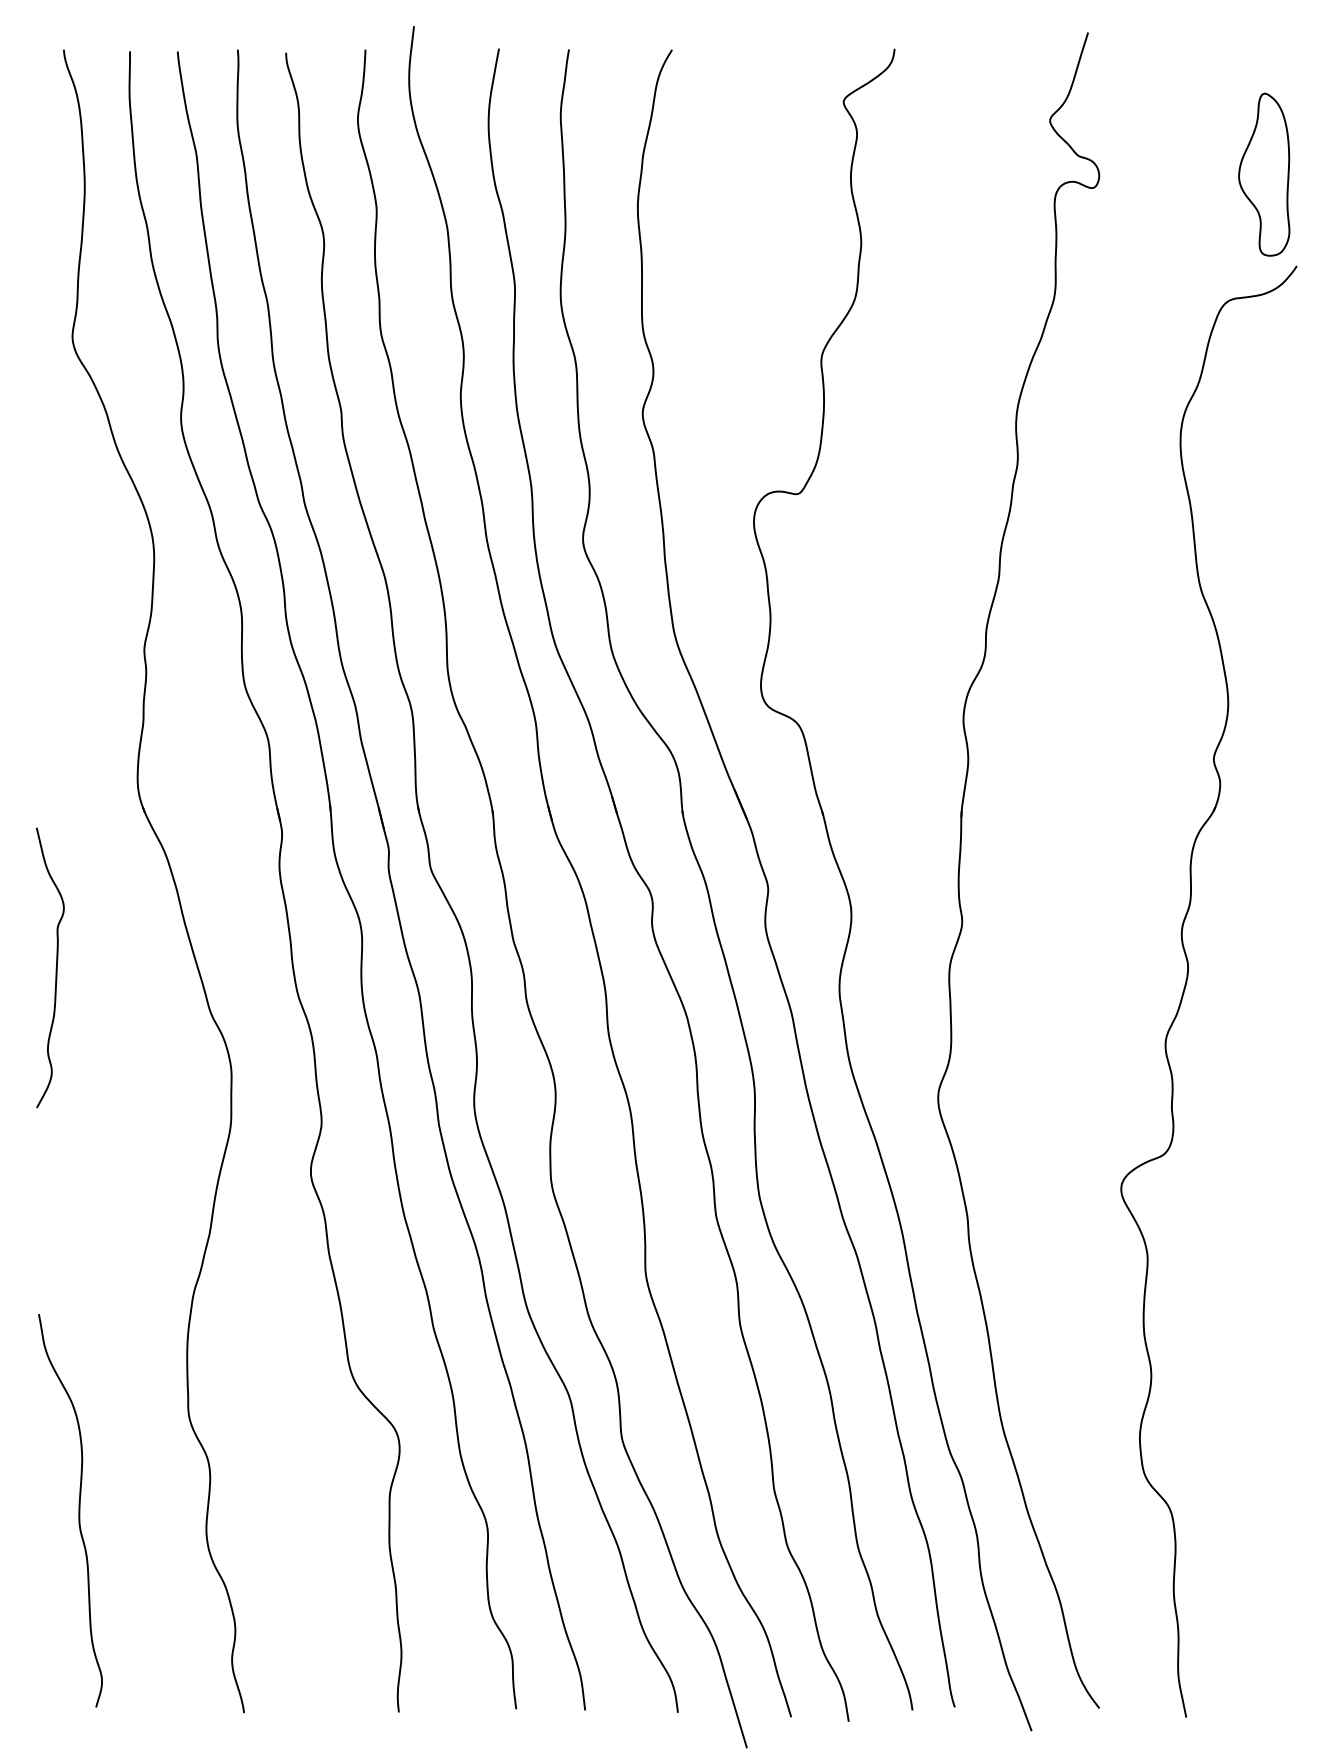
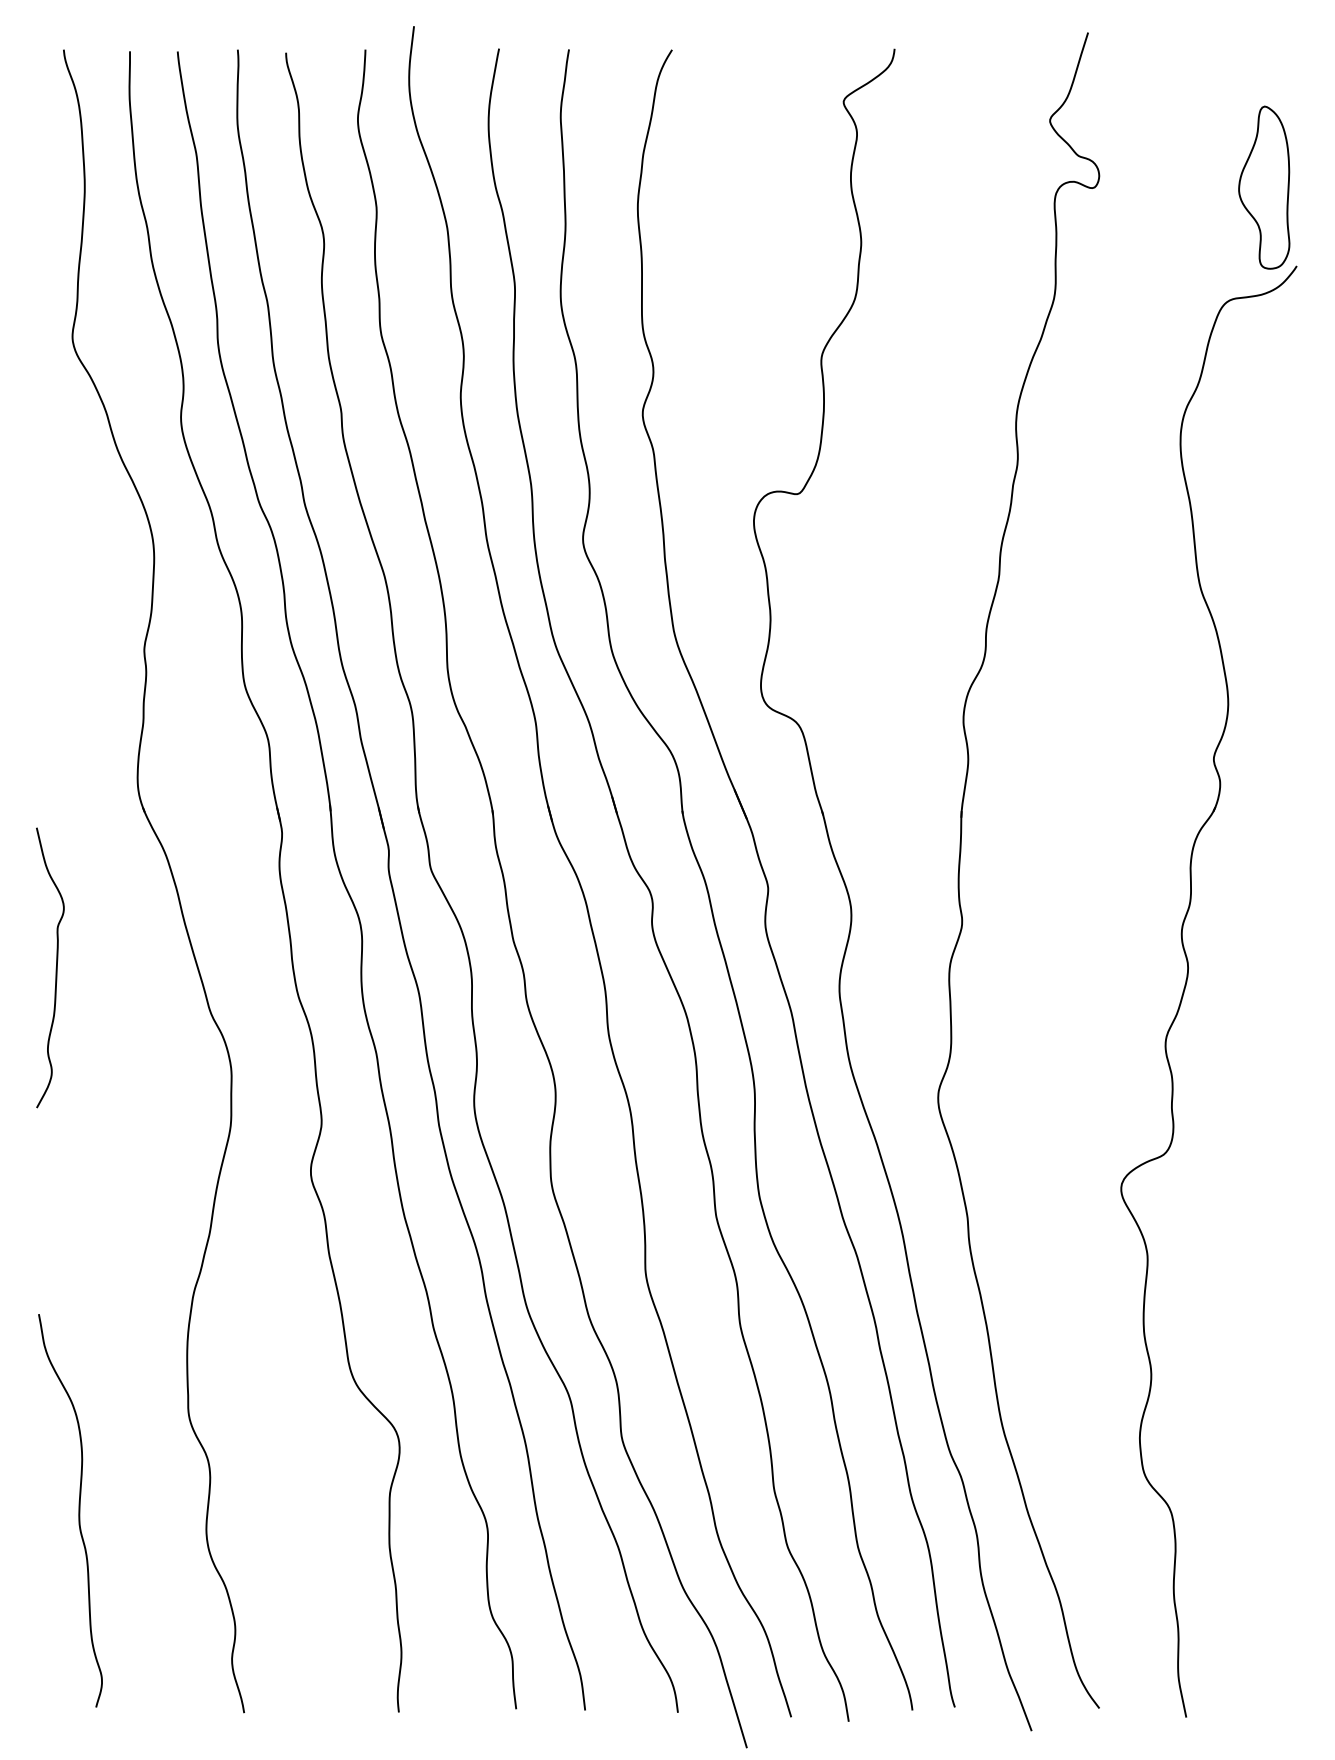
part at (1264, 174) position: (1264, 174) -> (1264, 187)
